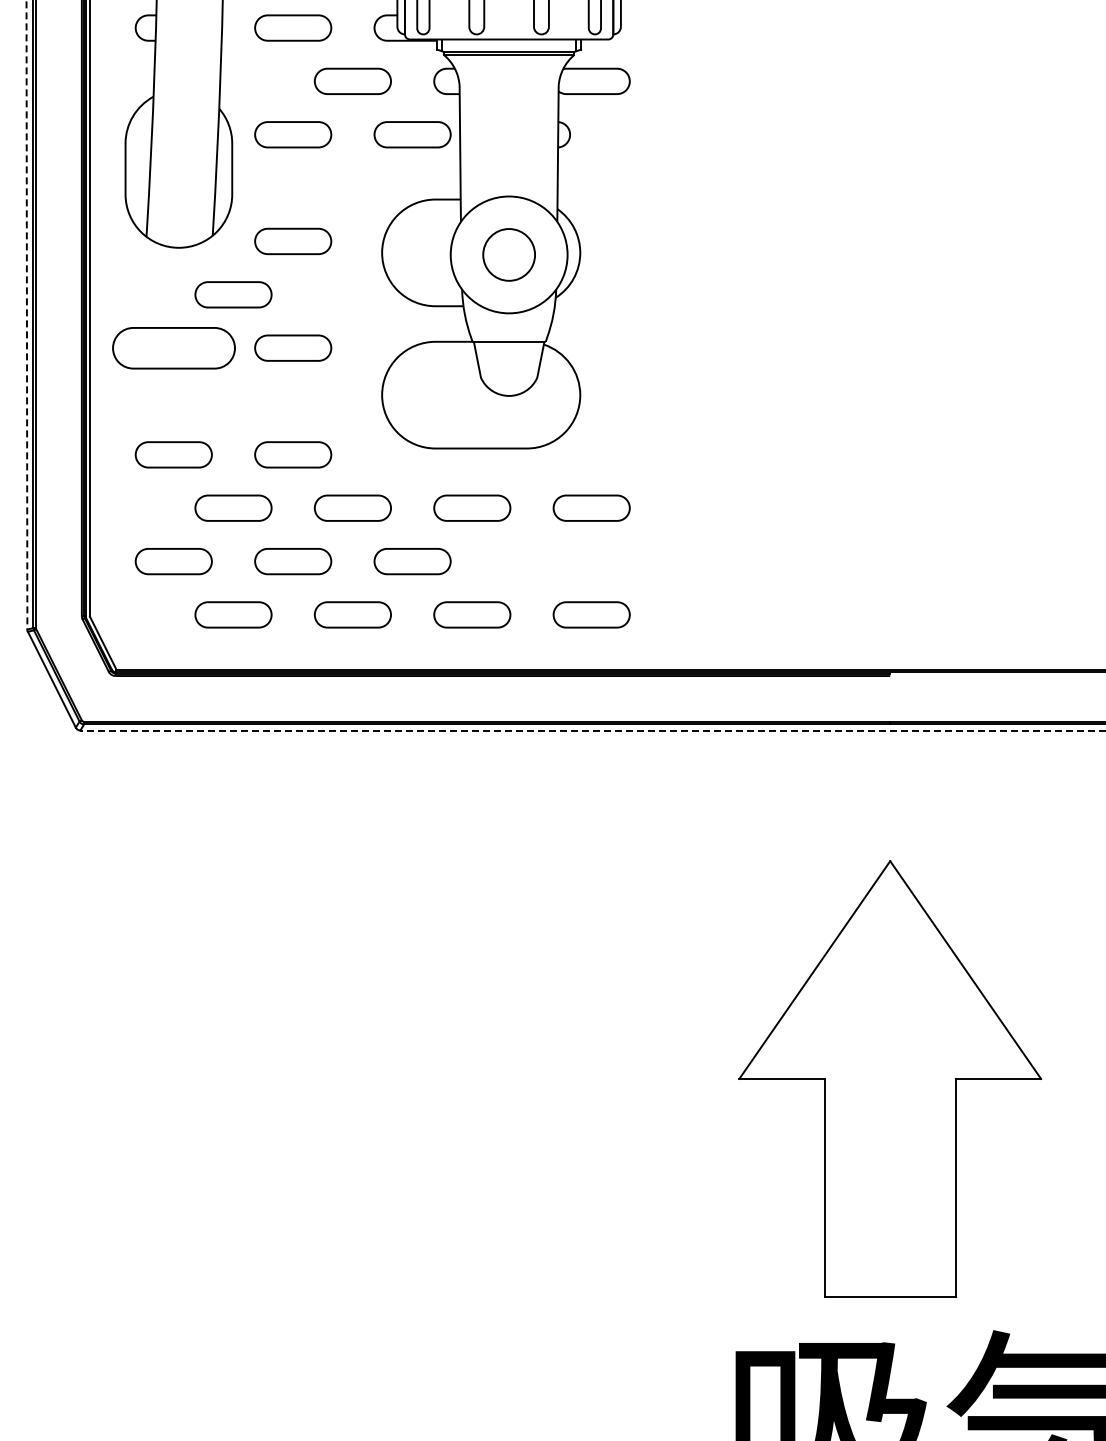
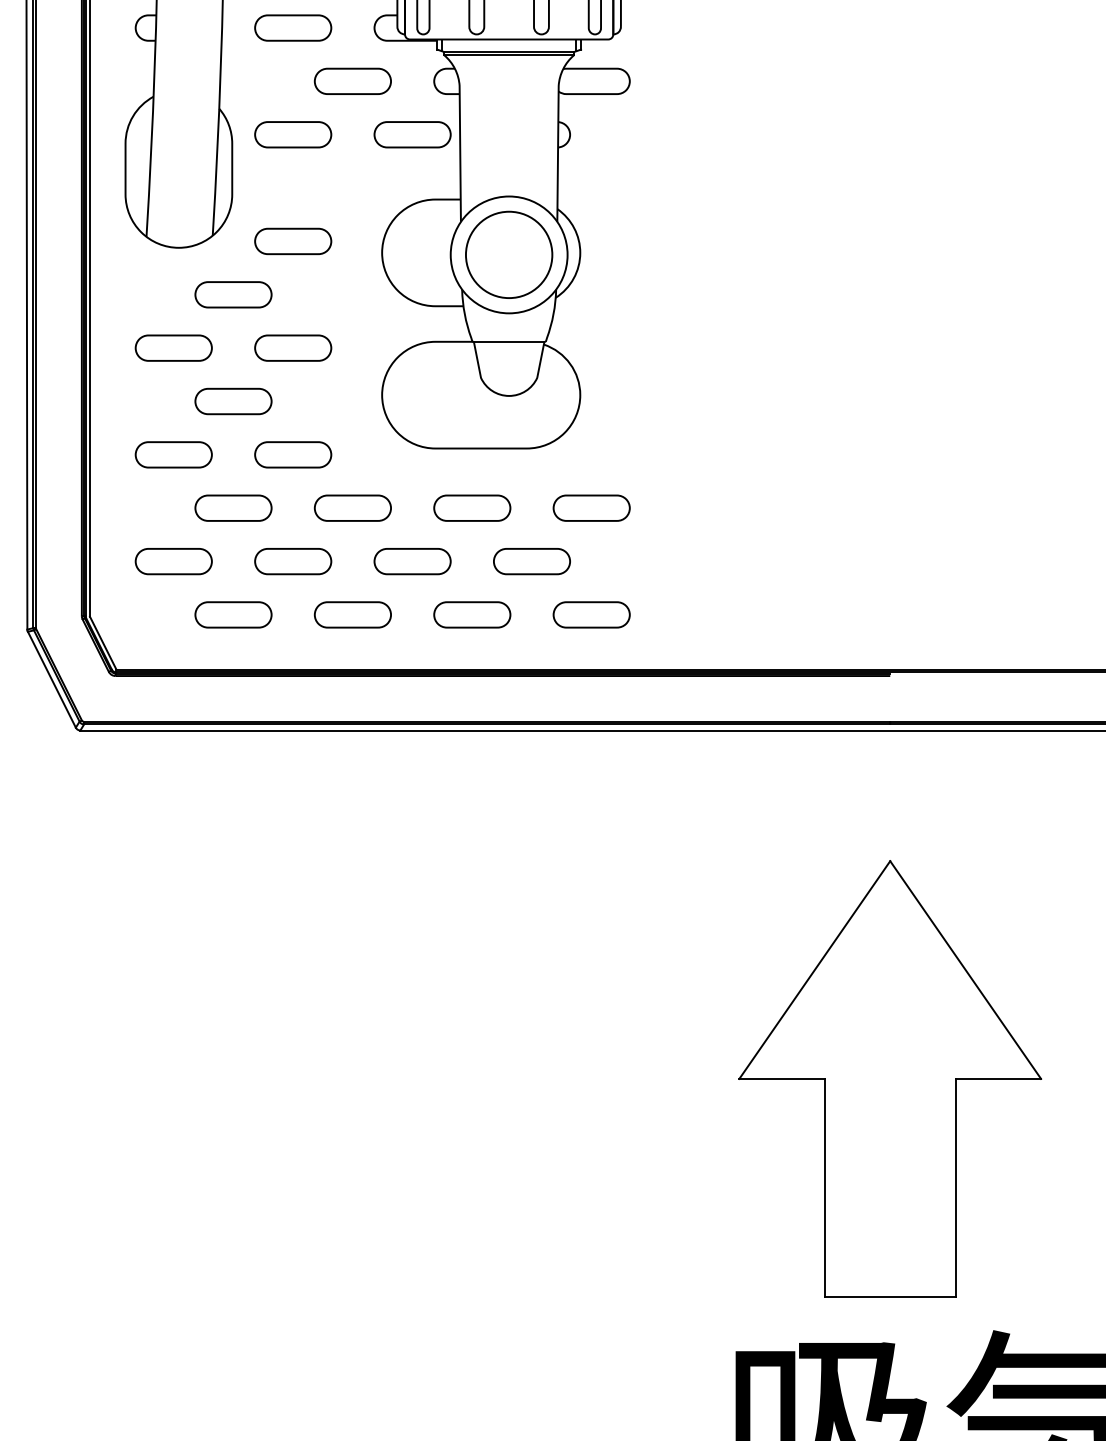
circle at (509, 254) diameter: 52 px -> 86 px
line at (26, 314): dashed -> solid
part at (173, 348) size: 124x43 px -> 79x28 px
part at (233, 401): none -> present
part at (531, 561): none -> present
line at (592, 730): dashed -> solid
